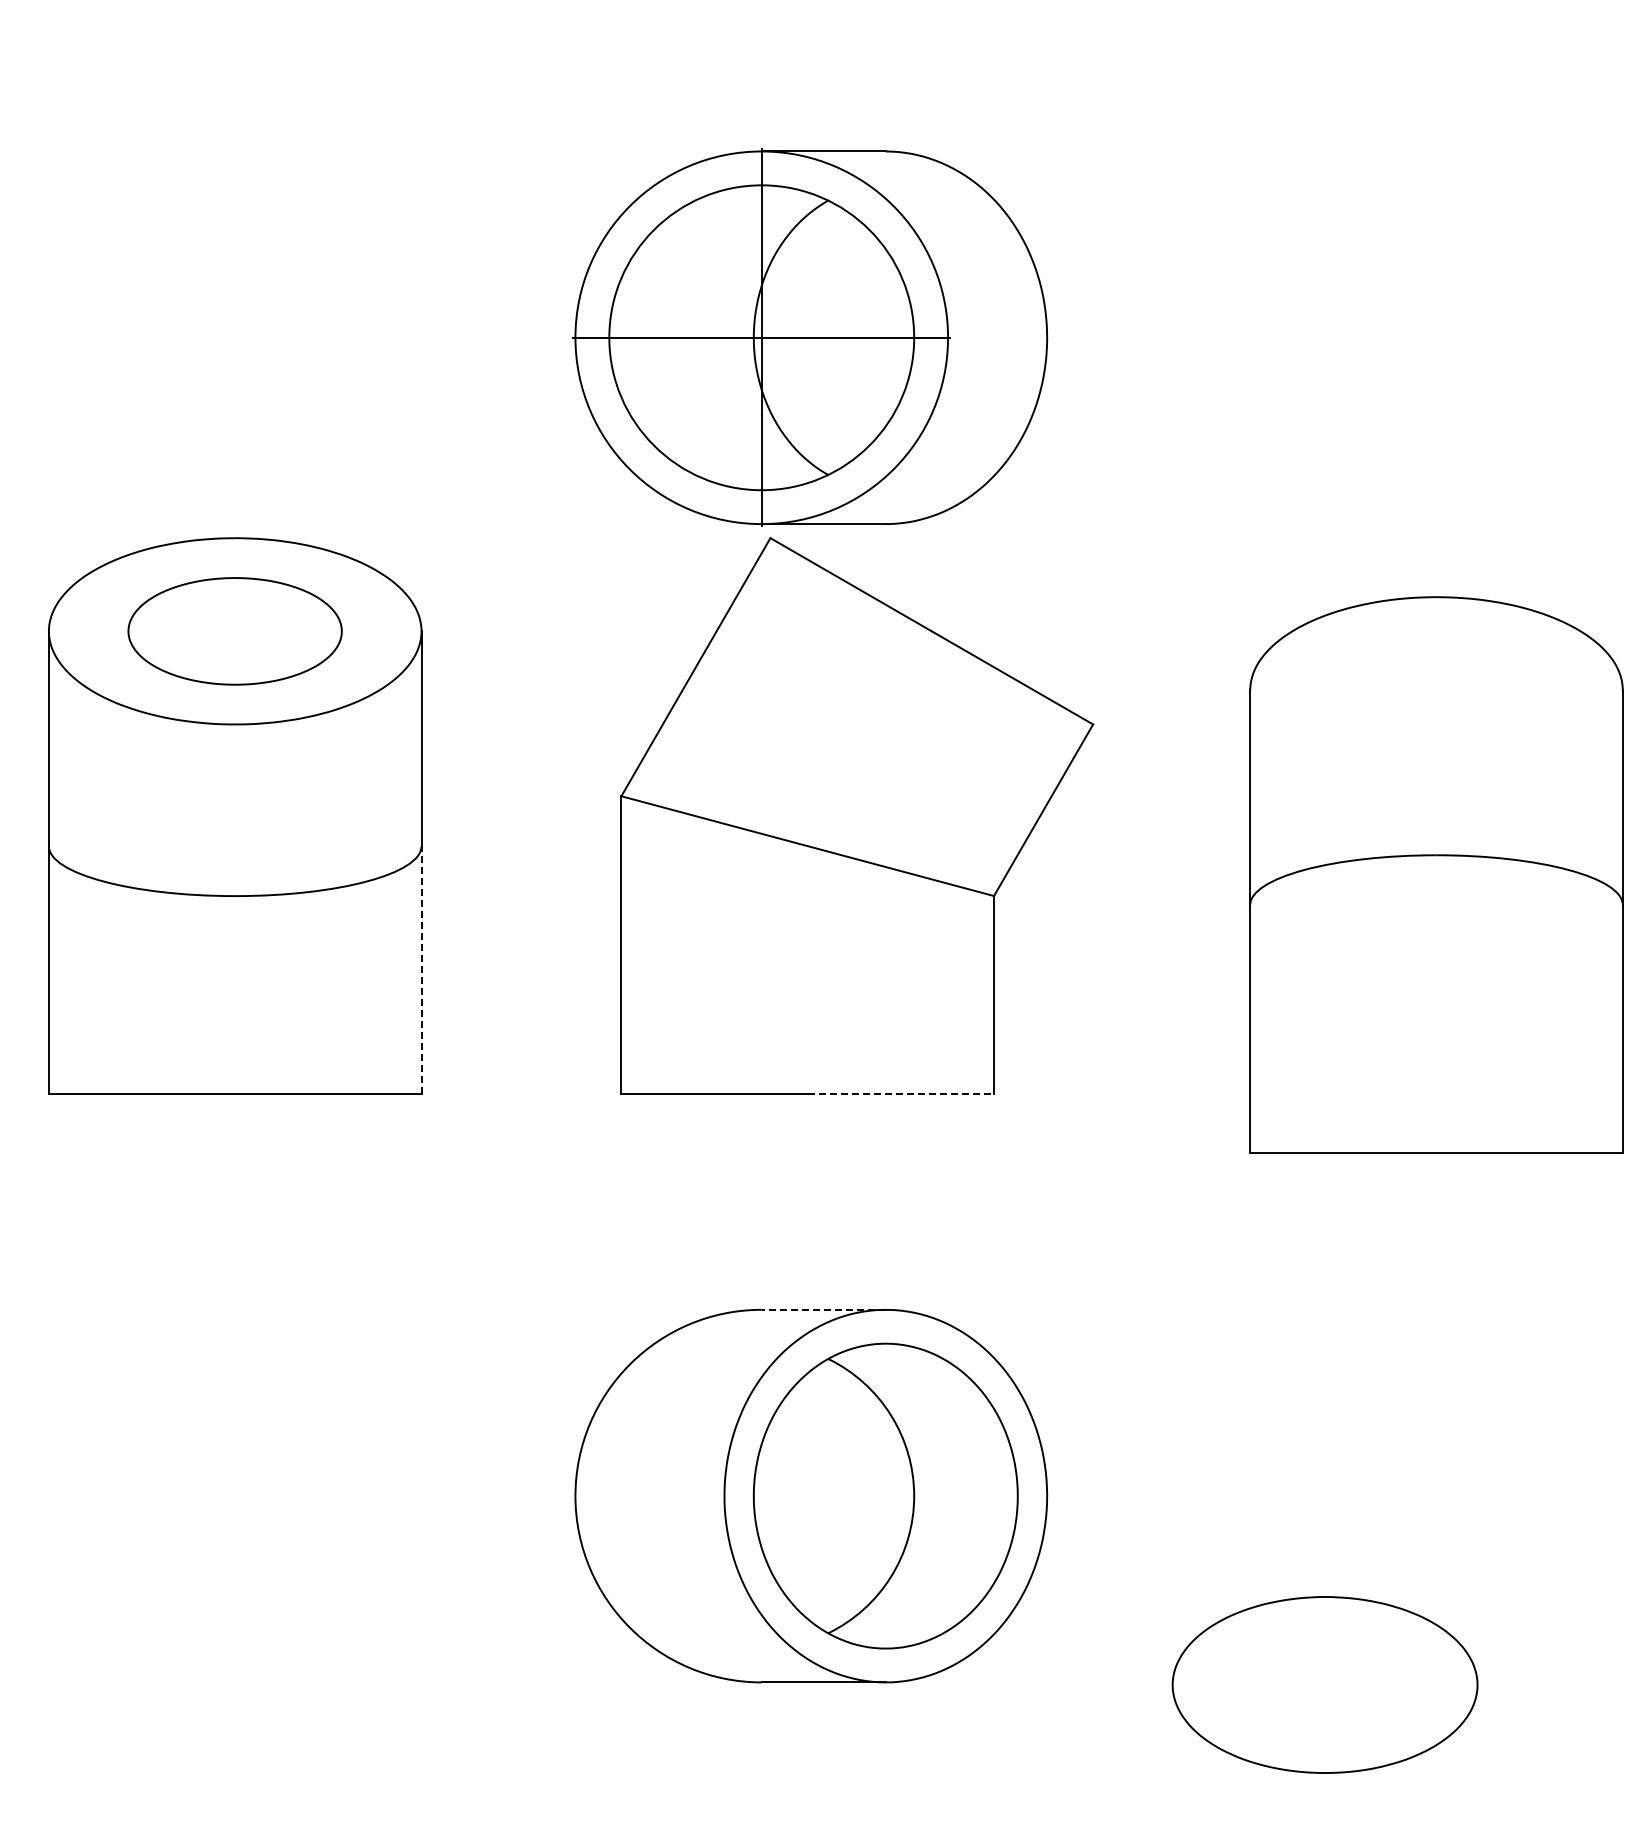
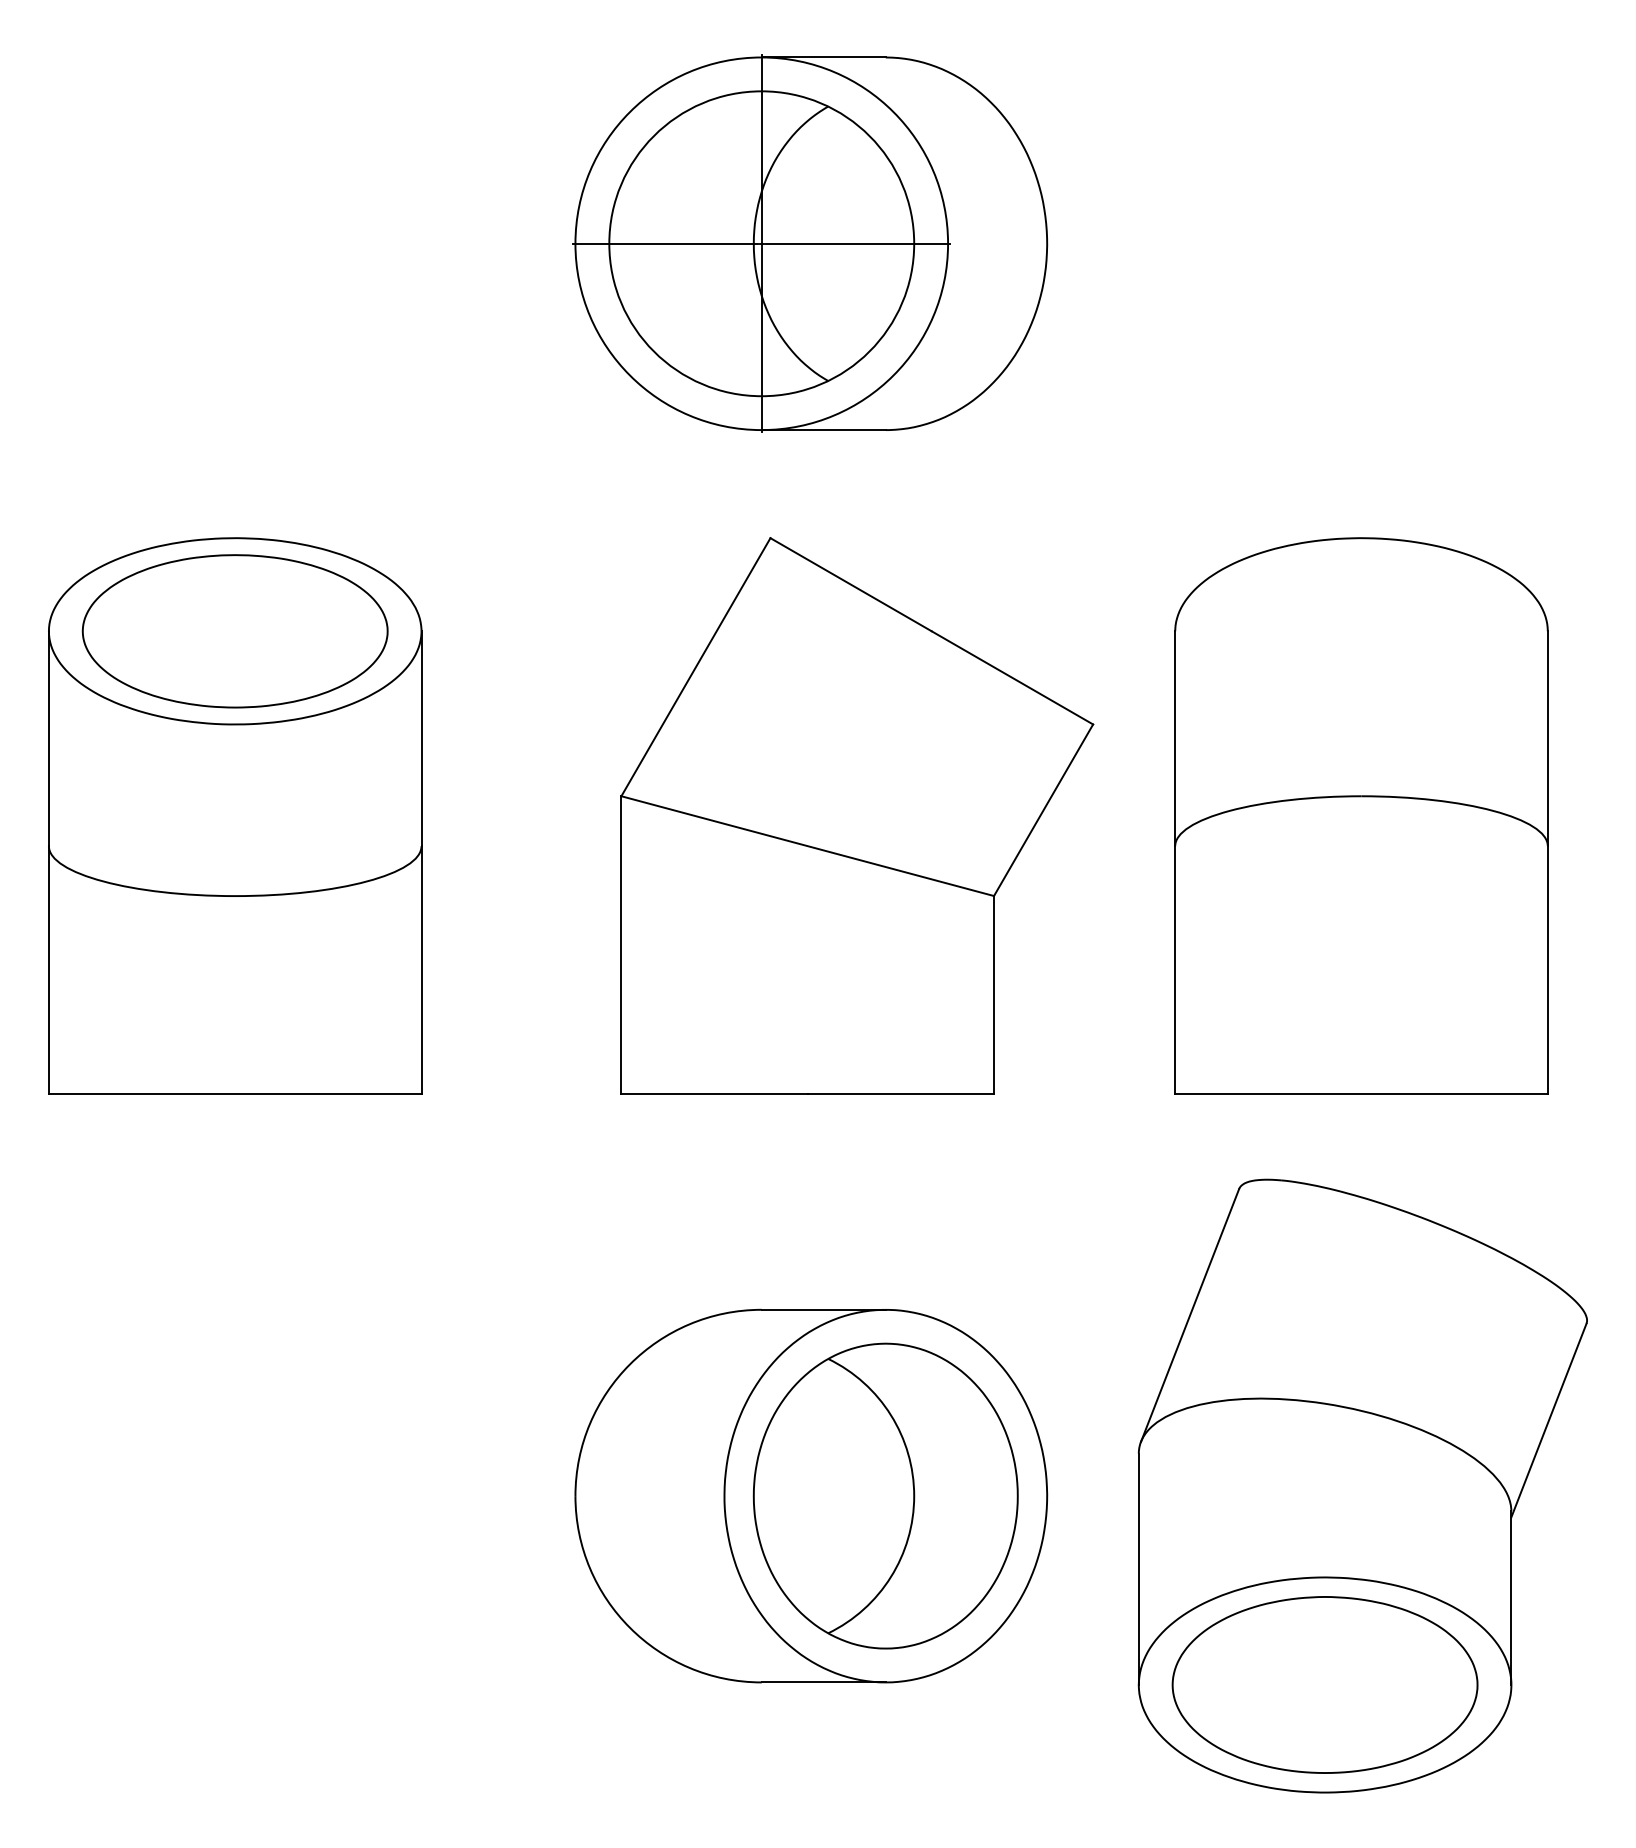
part at (810, 337) position: (810, 337) -> (810, 243)
part at (234, 631) size: 216x109 px -> 308x155 px
part at (1436, 874) position: (1436, 874) -> (1361, 815)
line at (421, 970): dashed -> solid
line at (901, 1094): dashed -> solid
line at (823, 1309): dashed -> solid
part at (1362, 1485): none -> present
